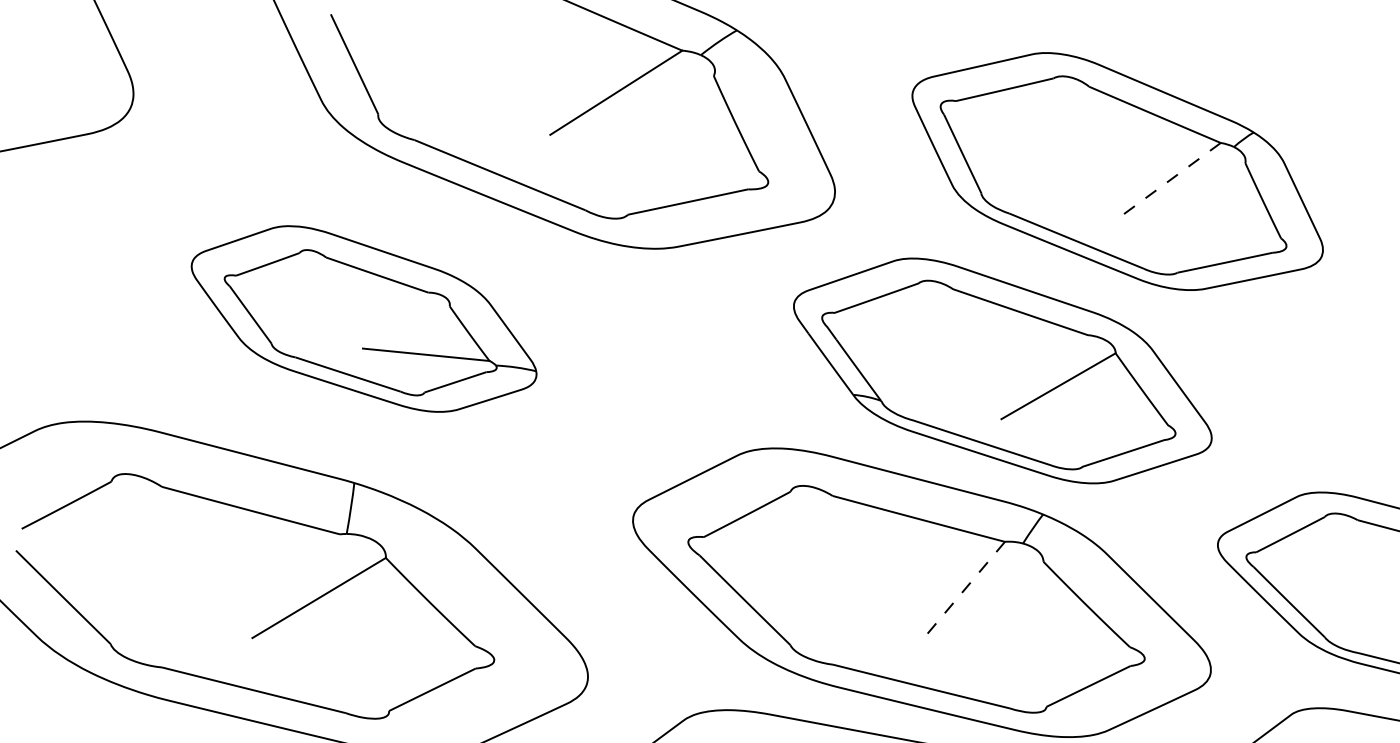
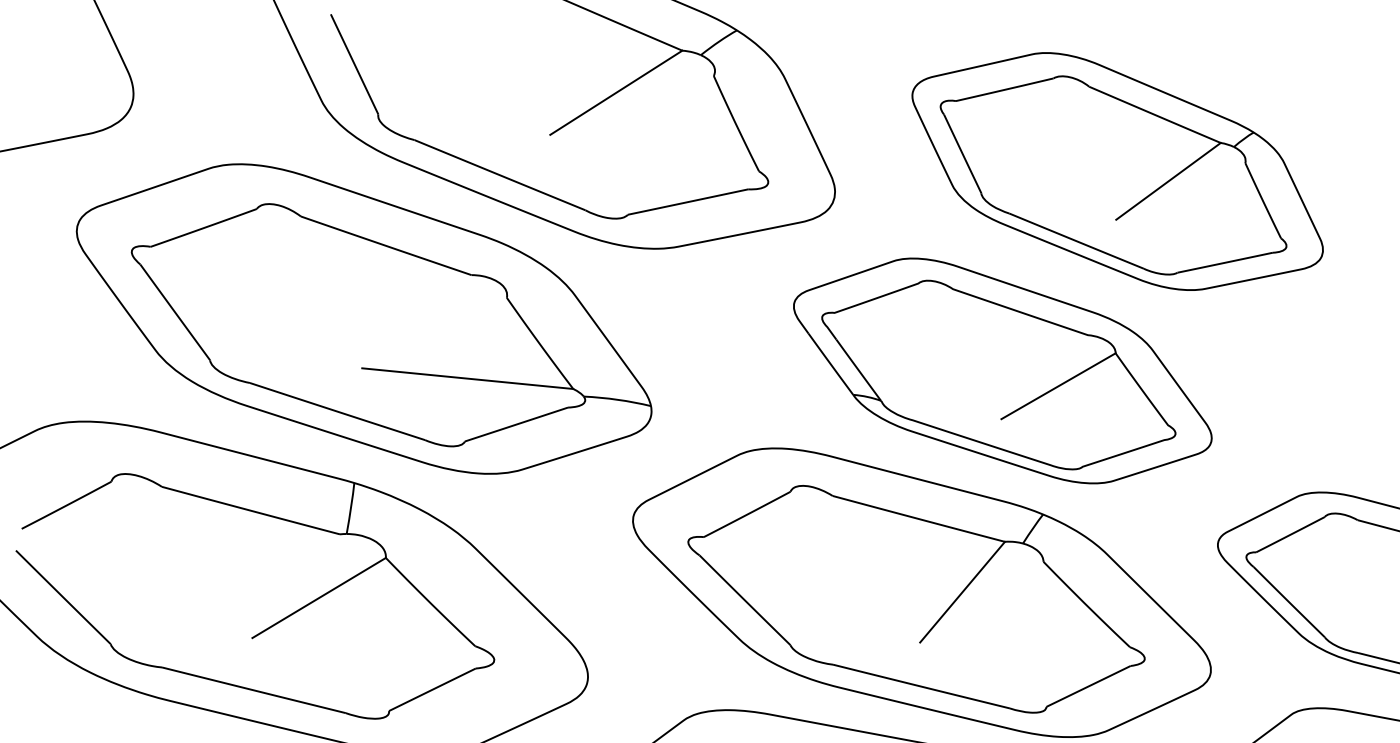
line at (1168, 181): dashed -> solid
part at (363, 318) size: 348x188 px -> 578x312 px
line at (962, 592): dashed -> solid
